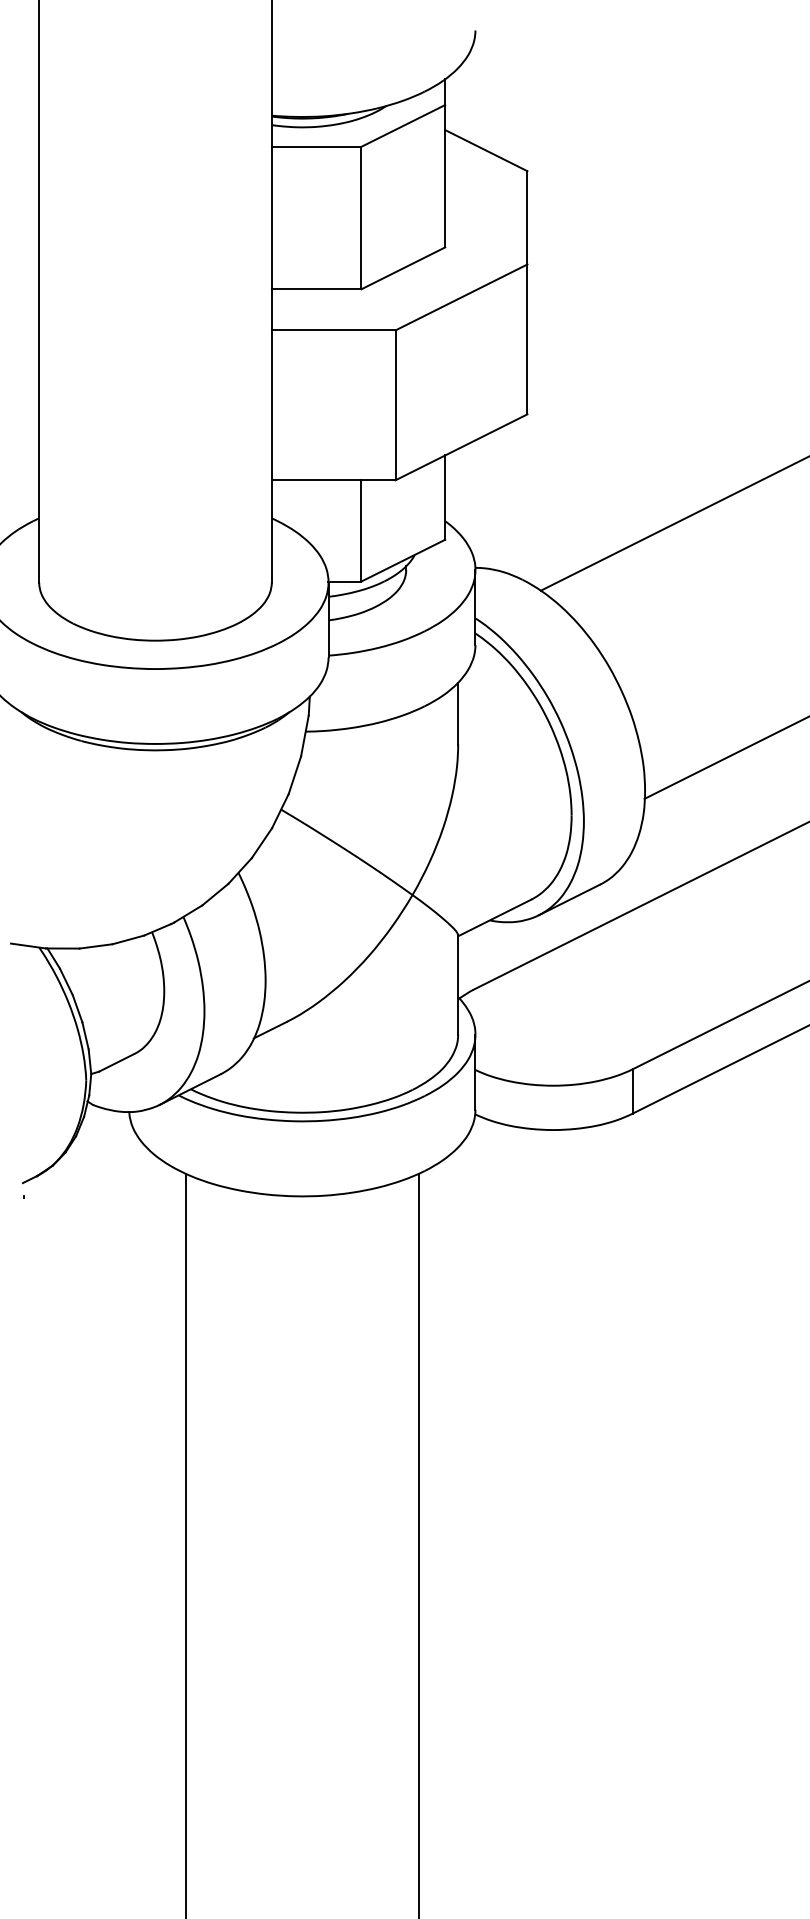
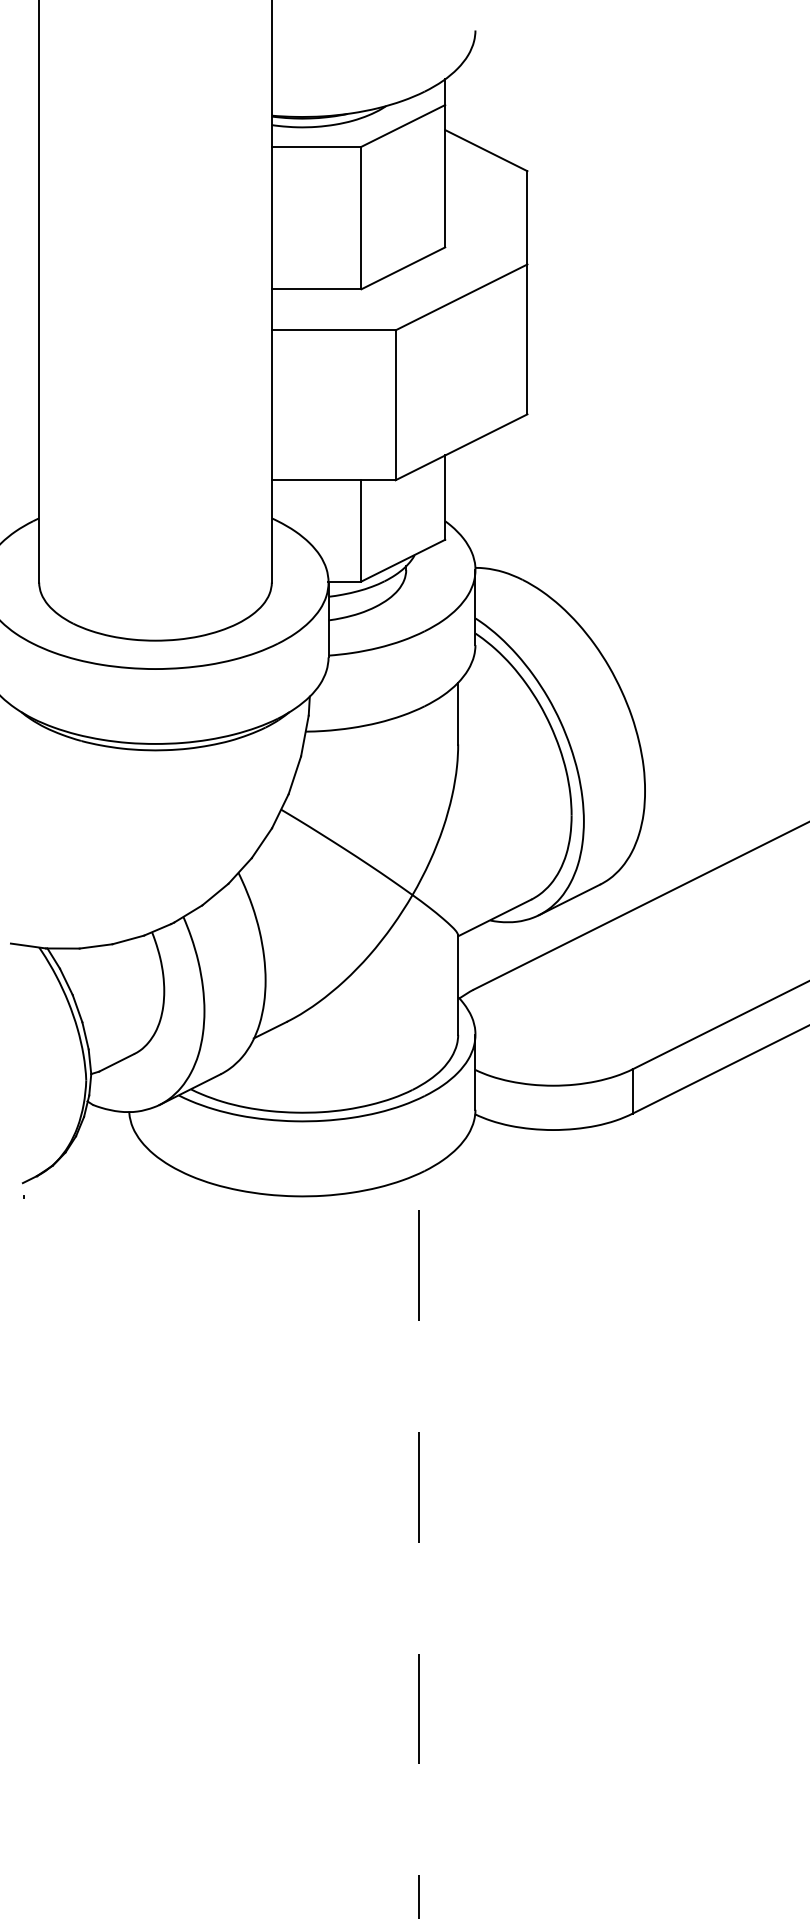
line at (673, 524): present -> none
line at (725, 757): present -> none
line at (186, 1544): present -> none
line at (418, 1545): solid -> dashed
